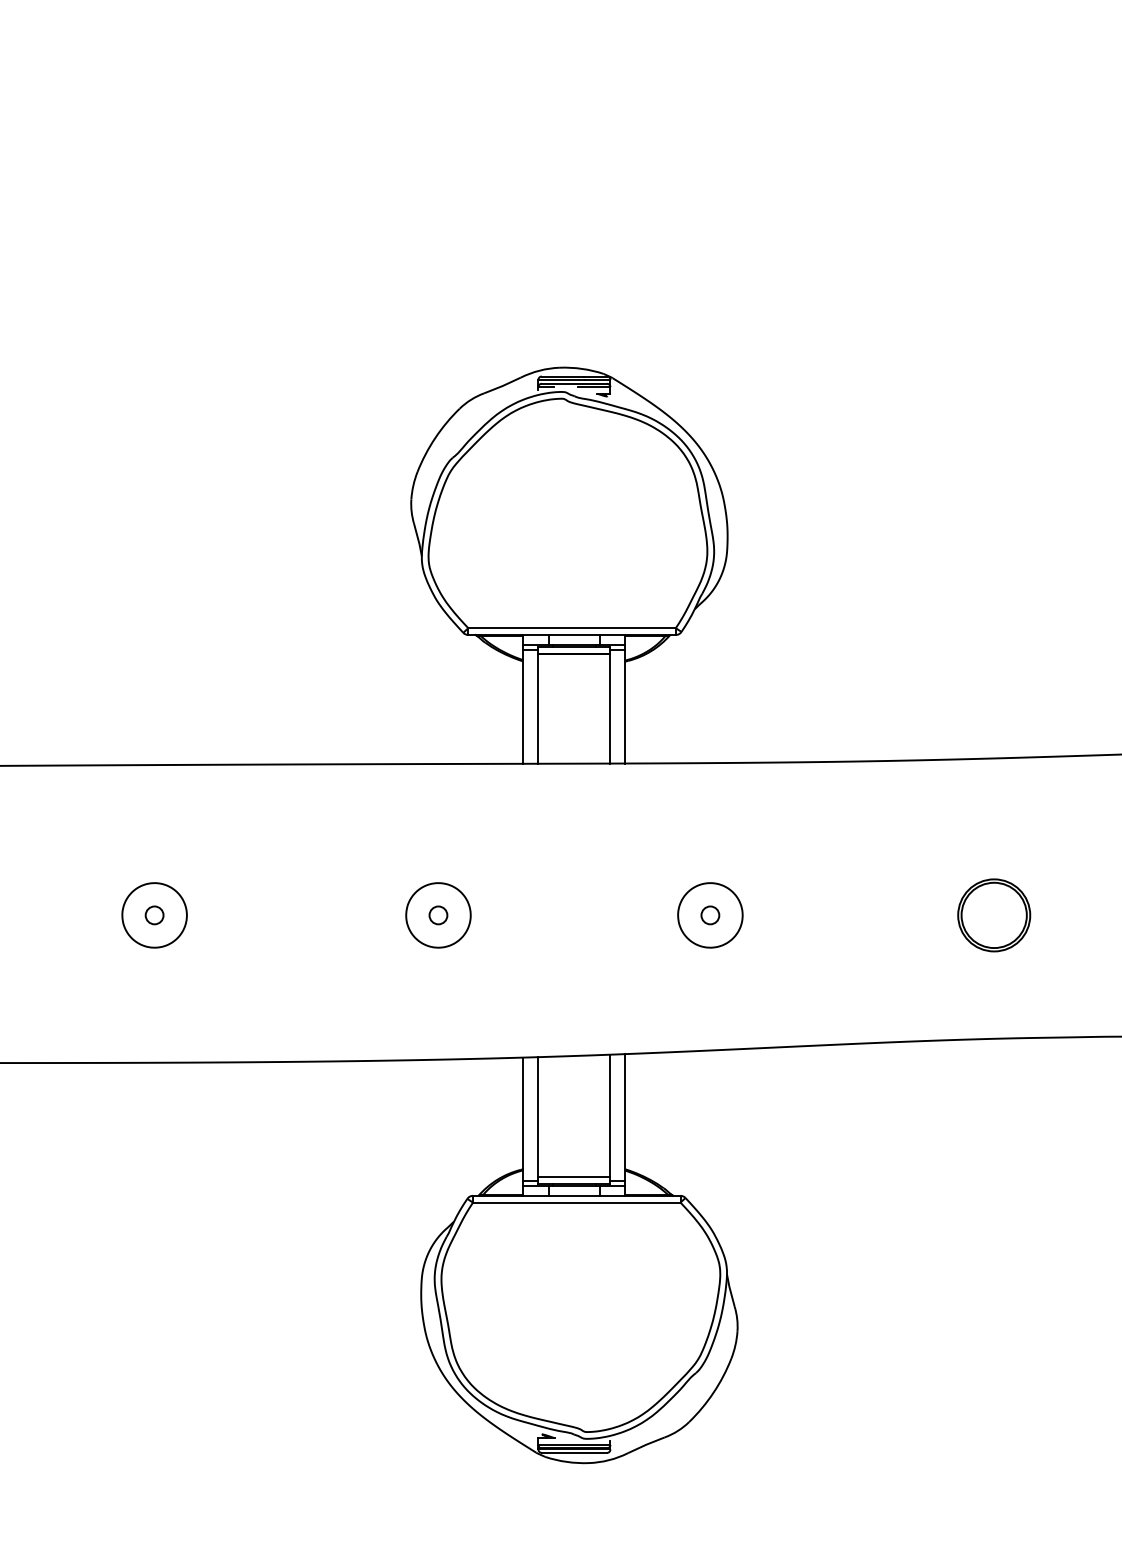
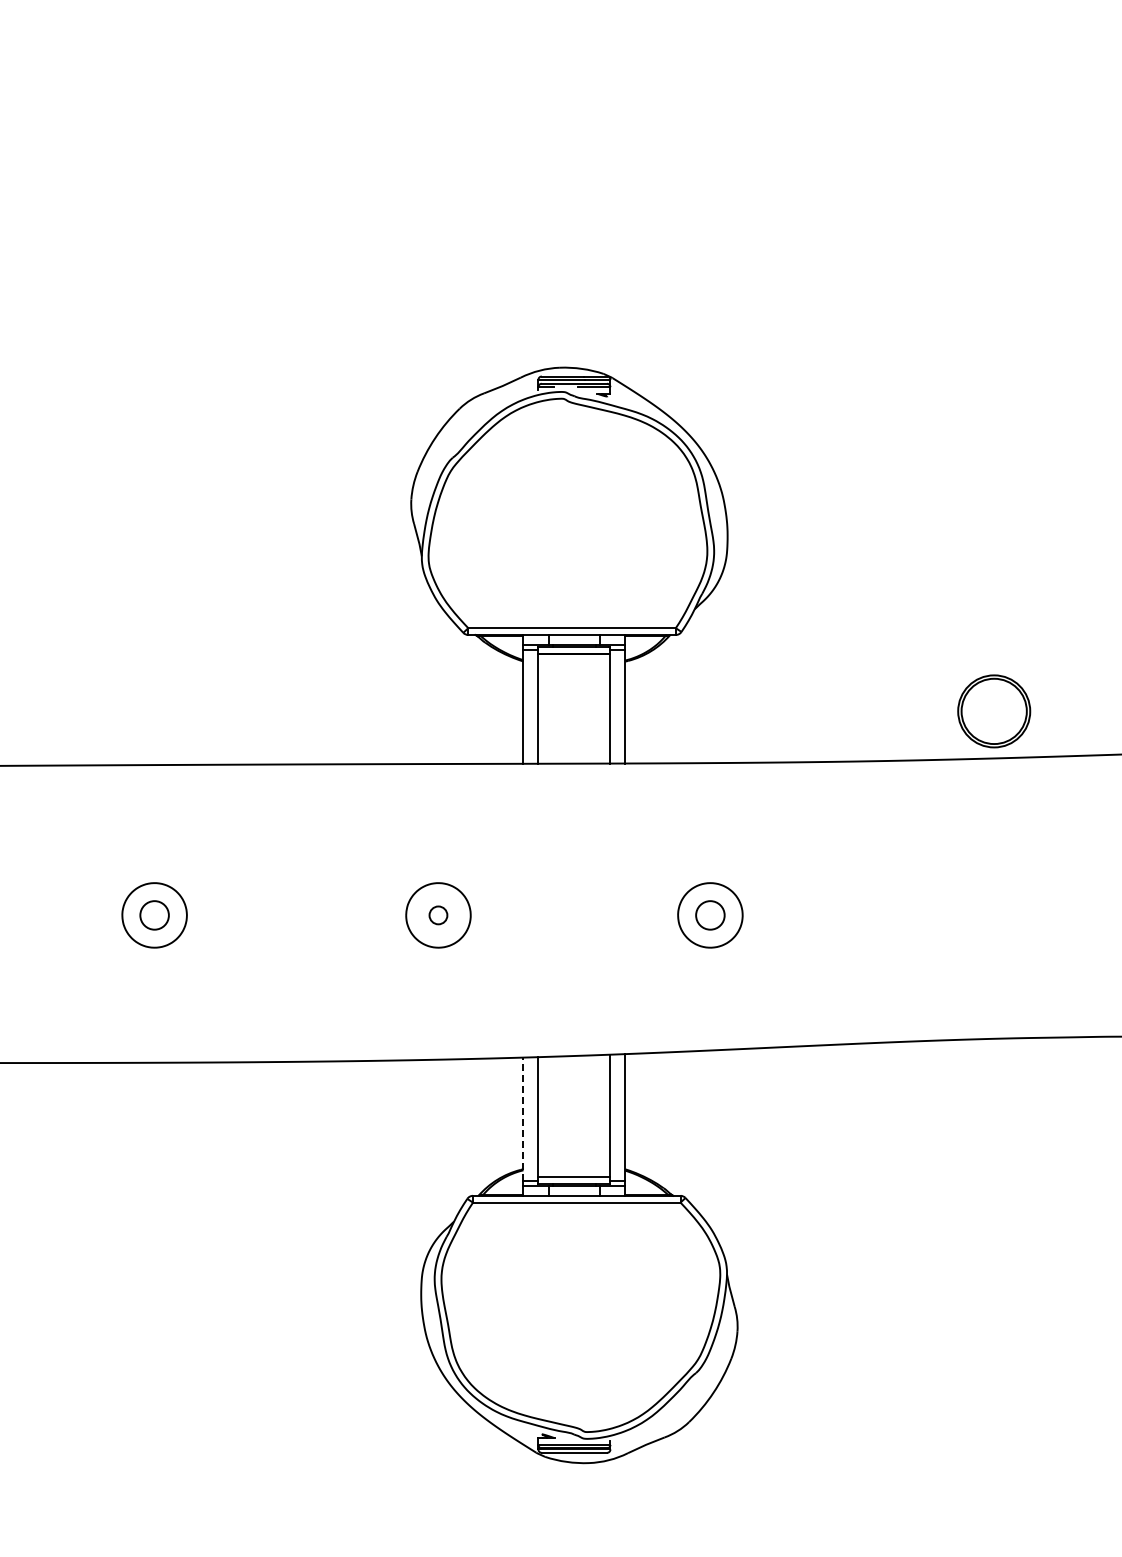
circle at (154, 915) diameter: 18 px -> 29 px
circle at (710, 915) diameter: 18 px -> 29 px
part at (994, 915) position: (994, 915) -> (994, 711)
line at (523, 1118): solid -> dashed
